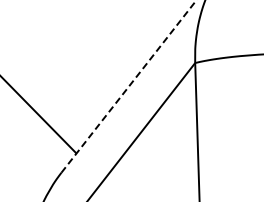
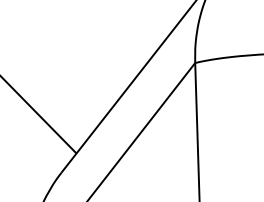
line at (129, 86): dashed -> solid
